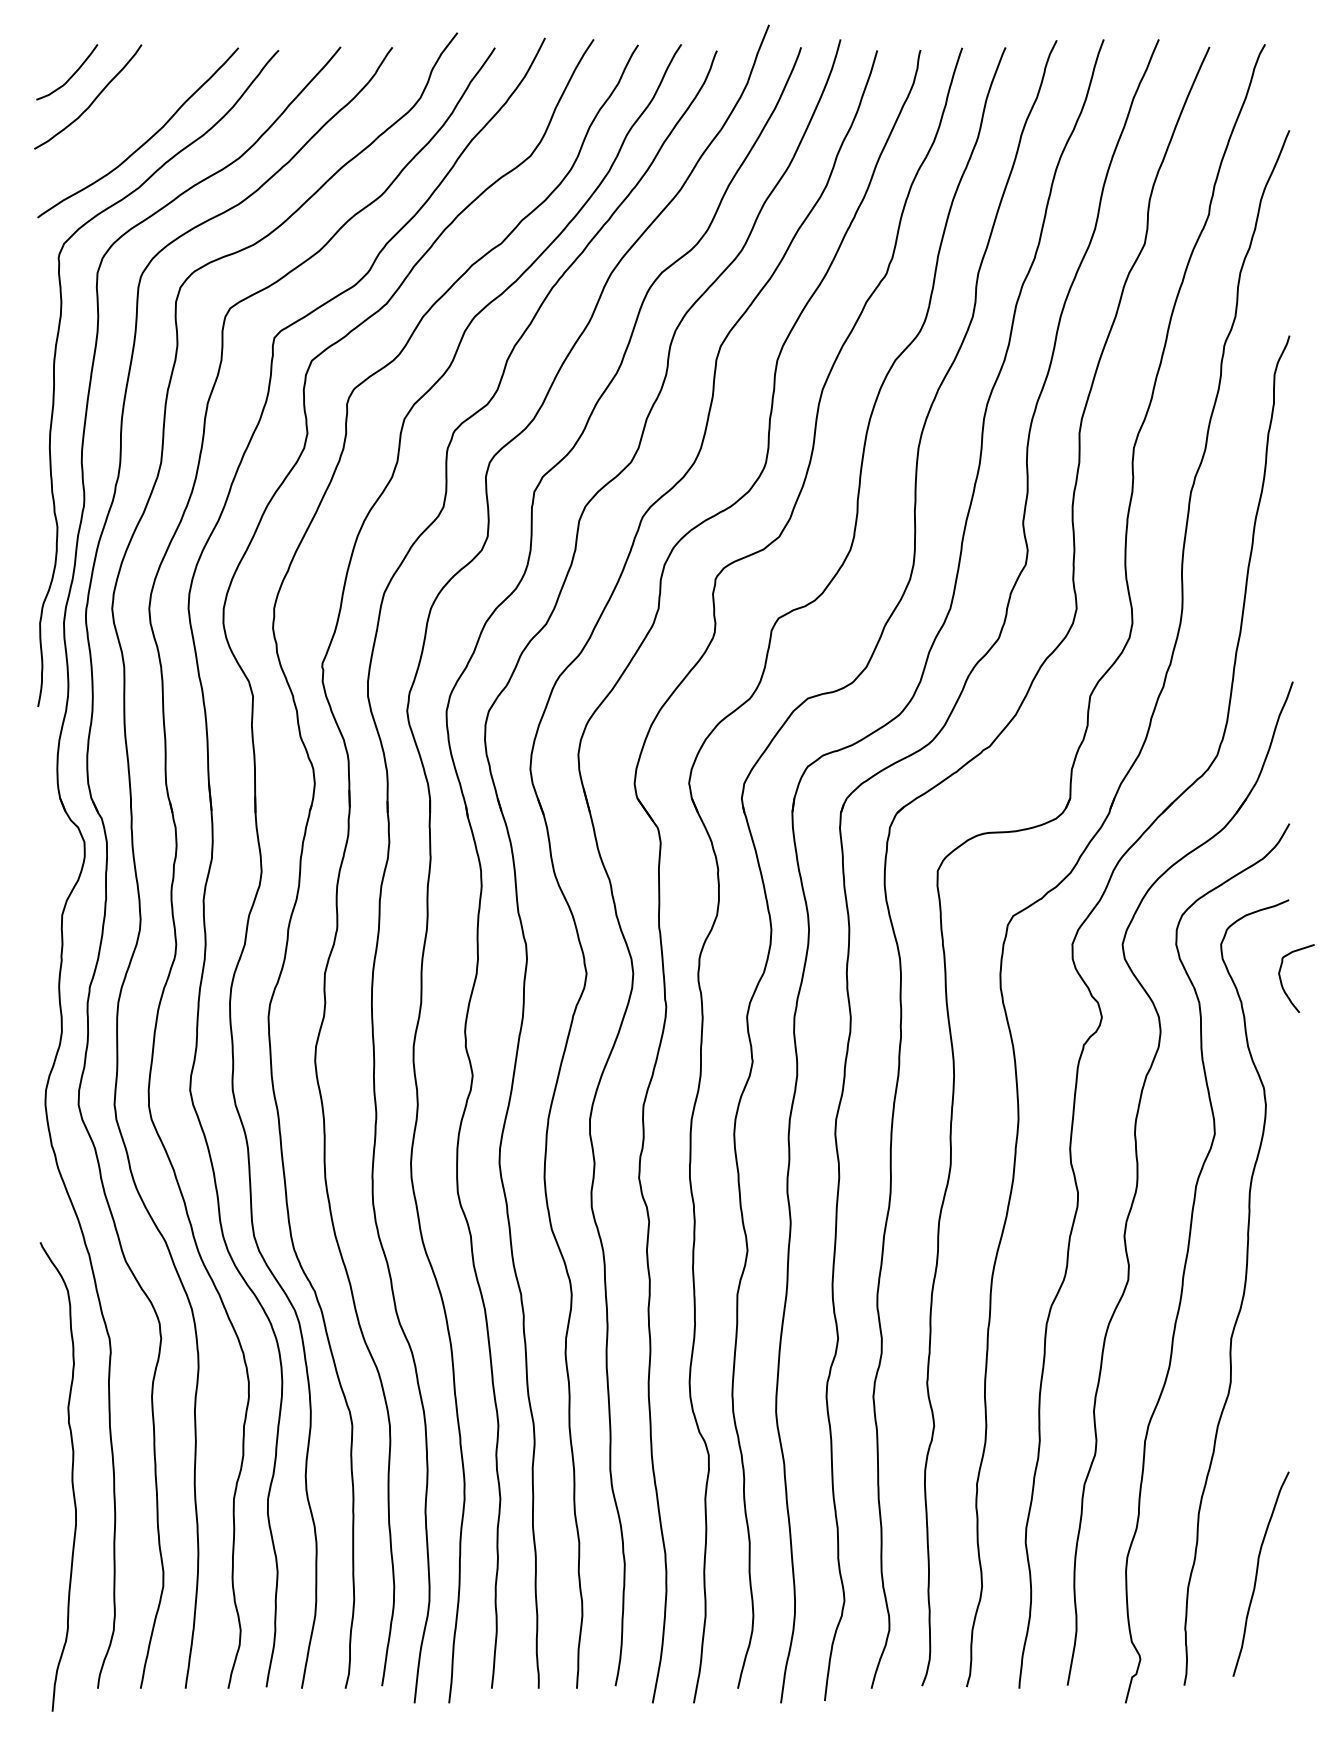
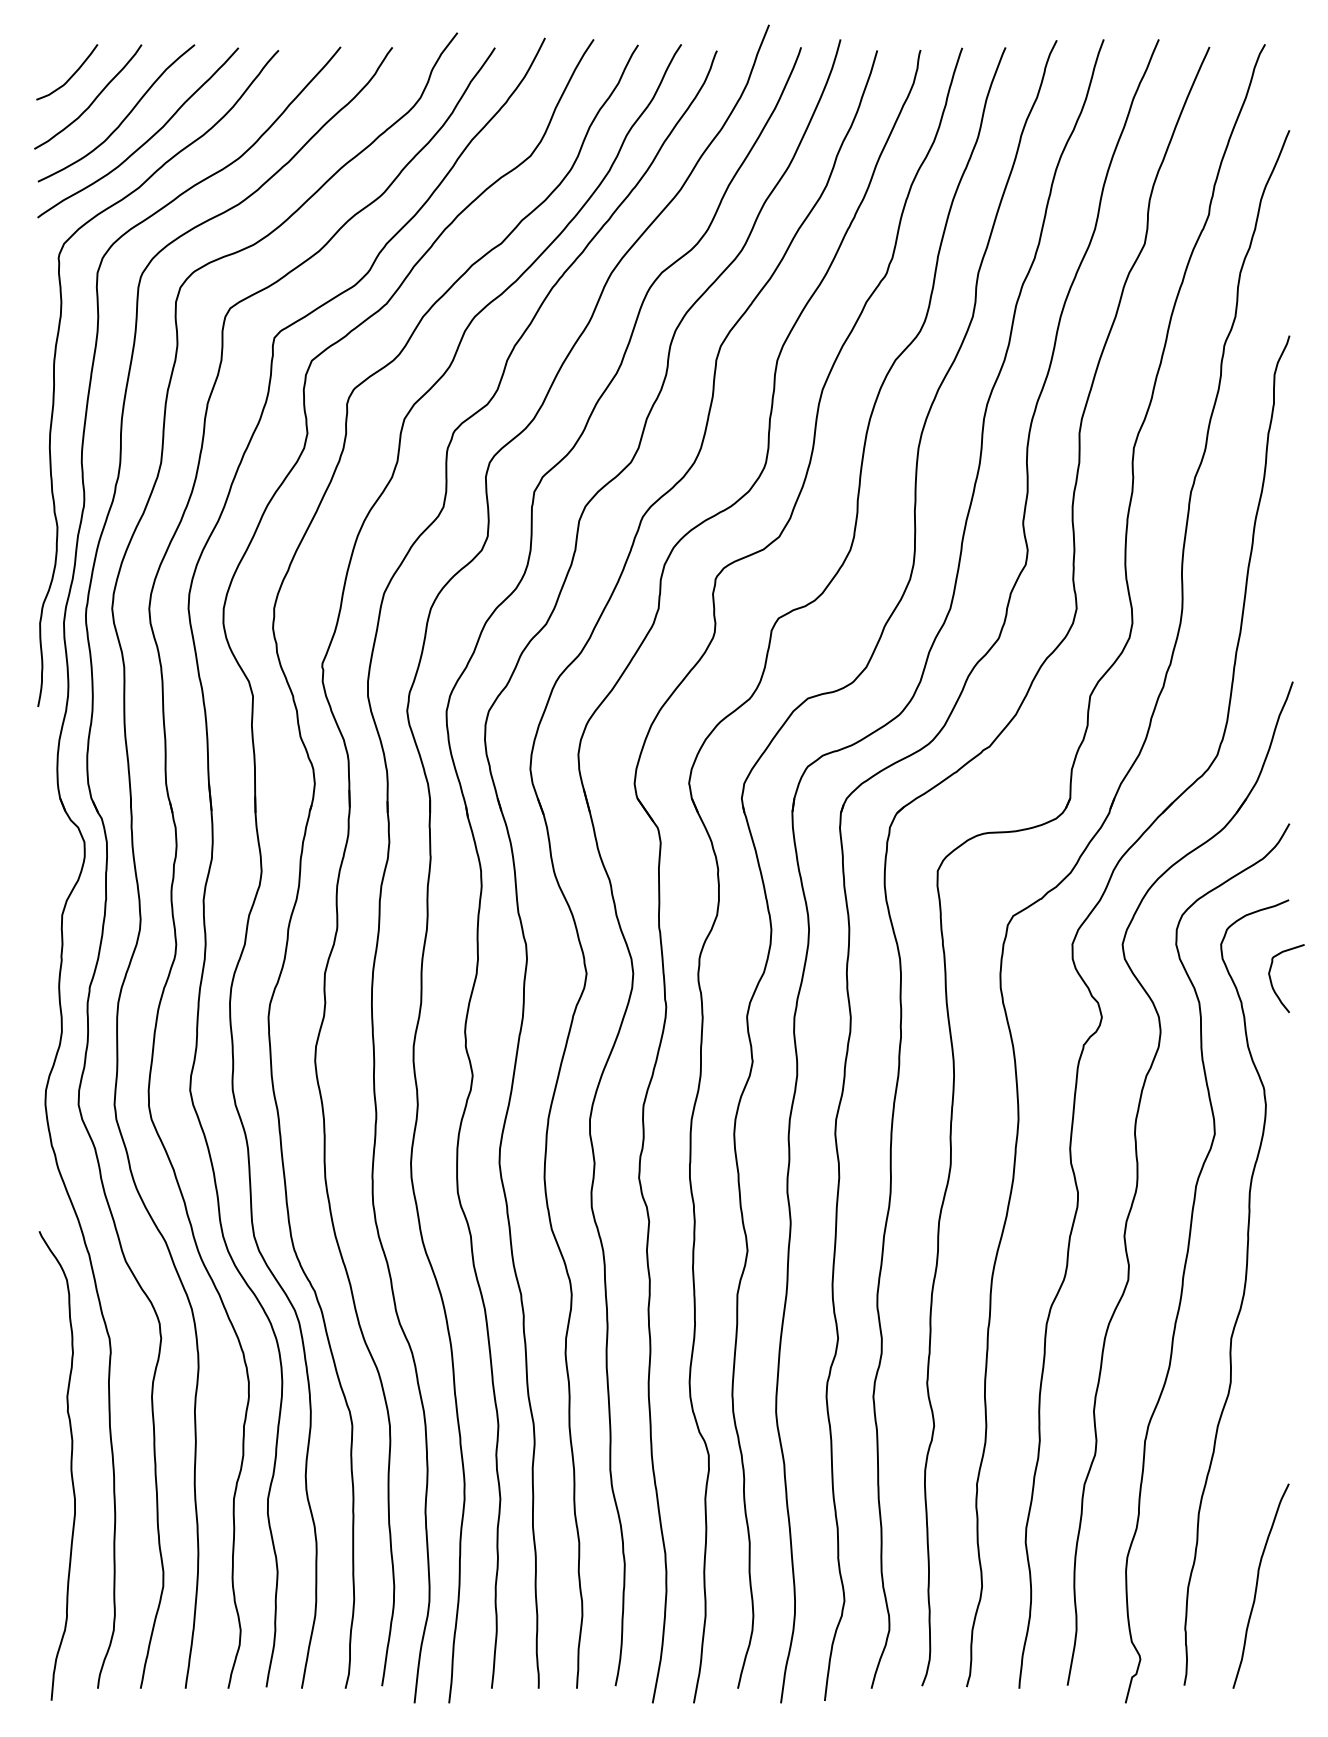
curve at (124, 117): none -> present
curve at (1282, 982) position: (1282, 982) -> (1272, 982)
curve at (71, 1476) position: (71, 1476) -> (70, 1465)
curve at (1257, 1573) position: (1257, 1573) -> (1257, 1585)
